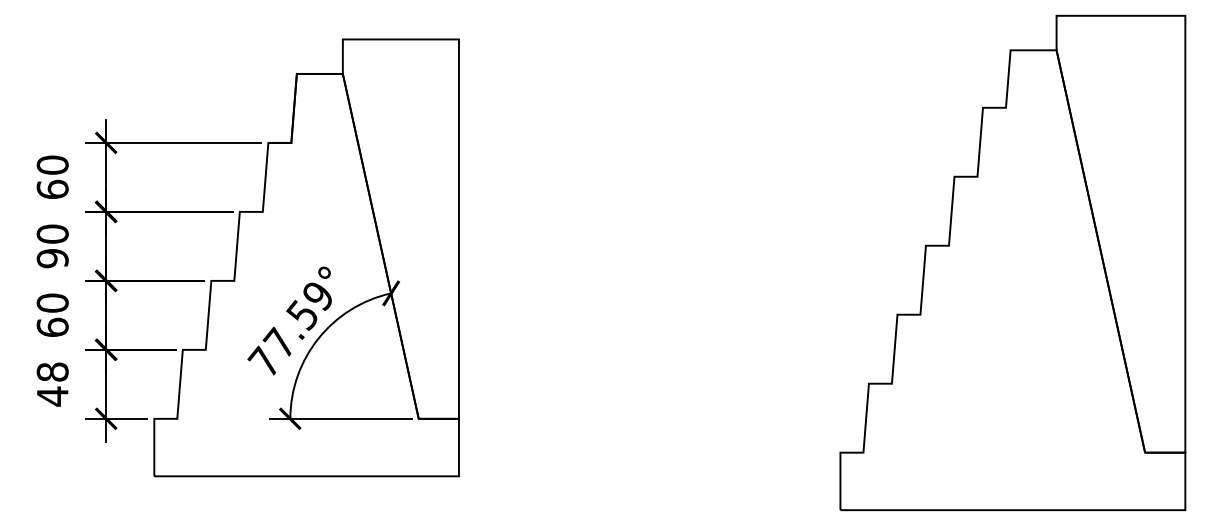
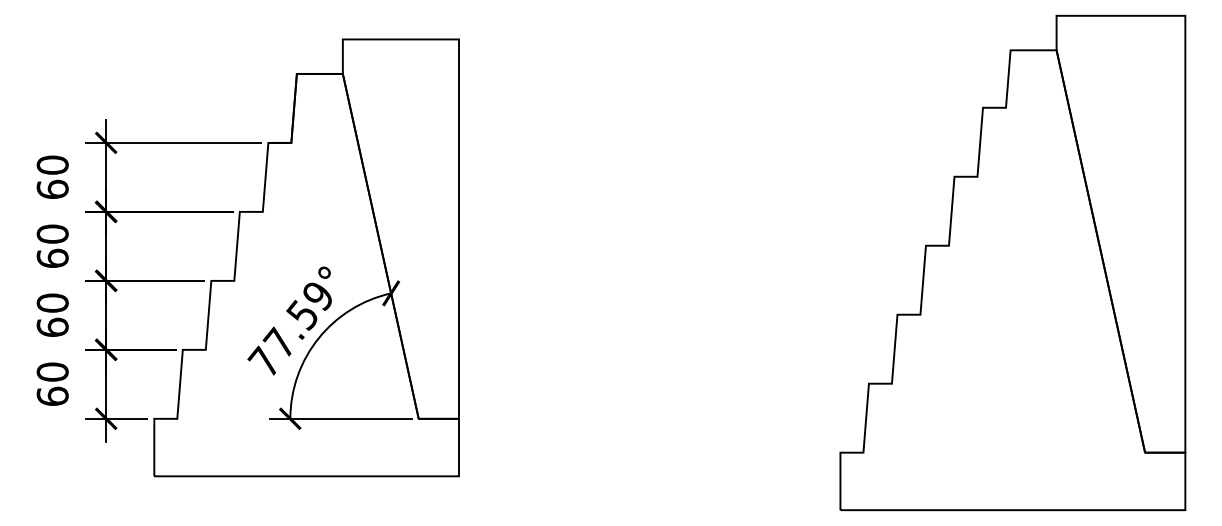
text at (52, 258): 90 -> 60
text at (52, 384): 48 -> 60
